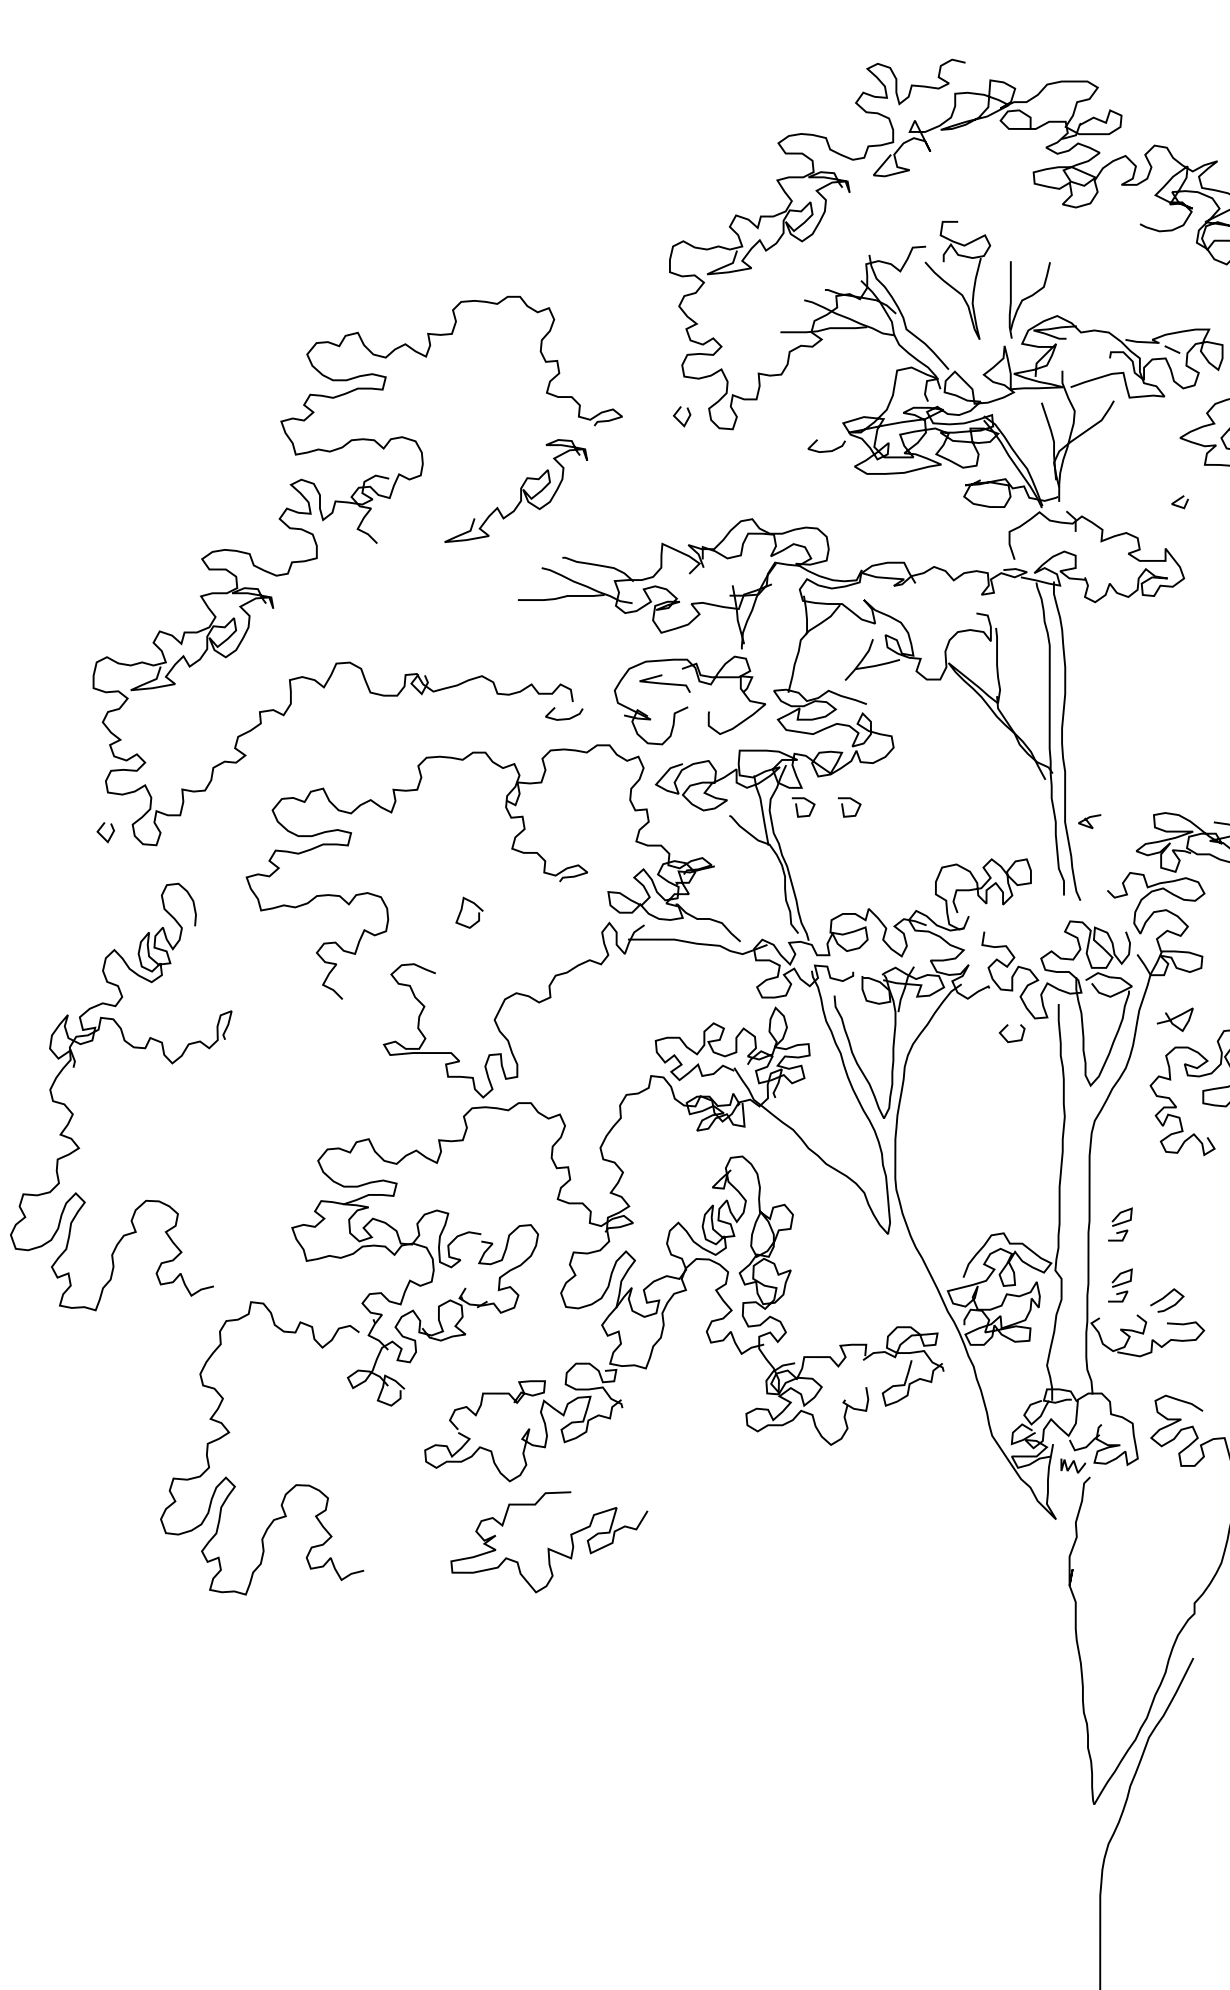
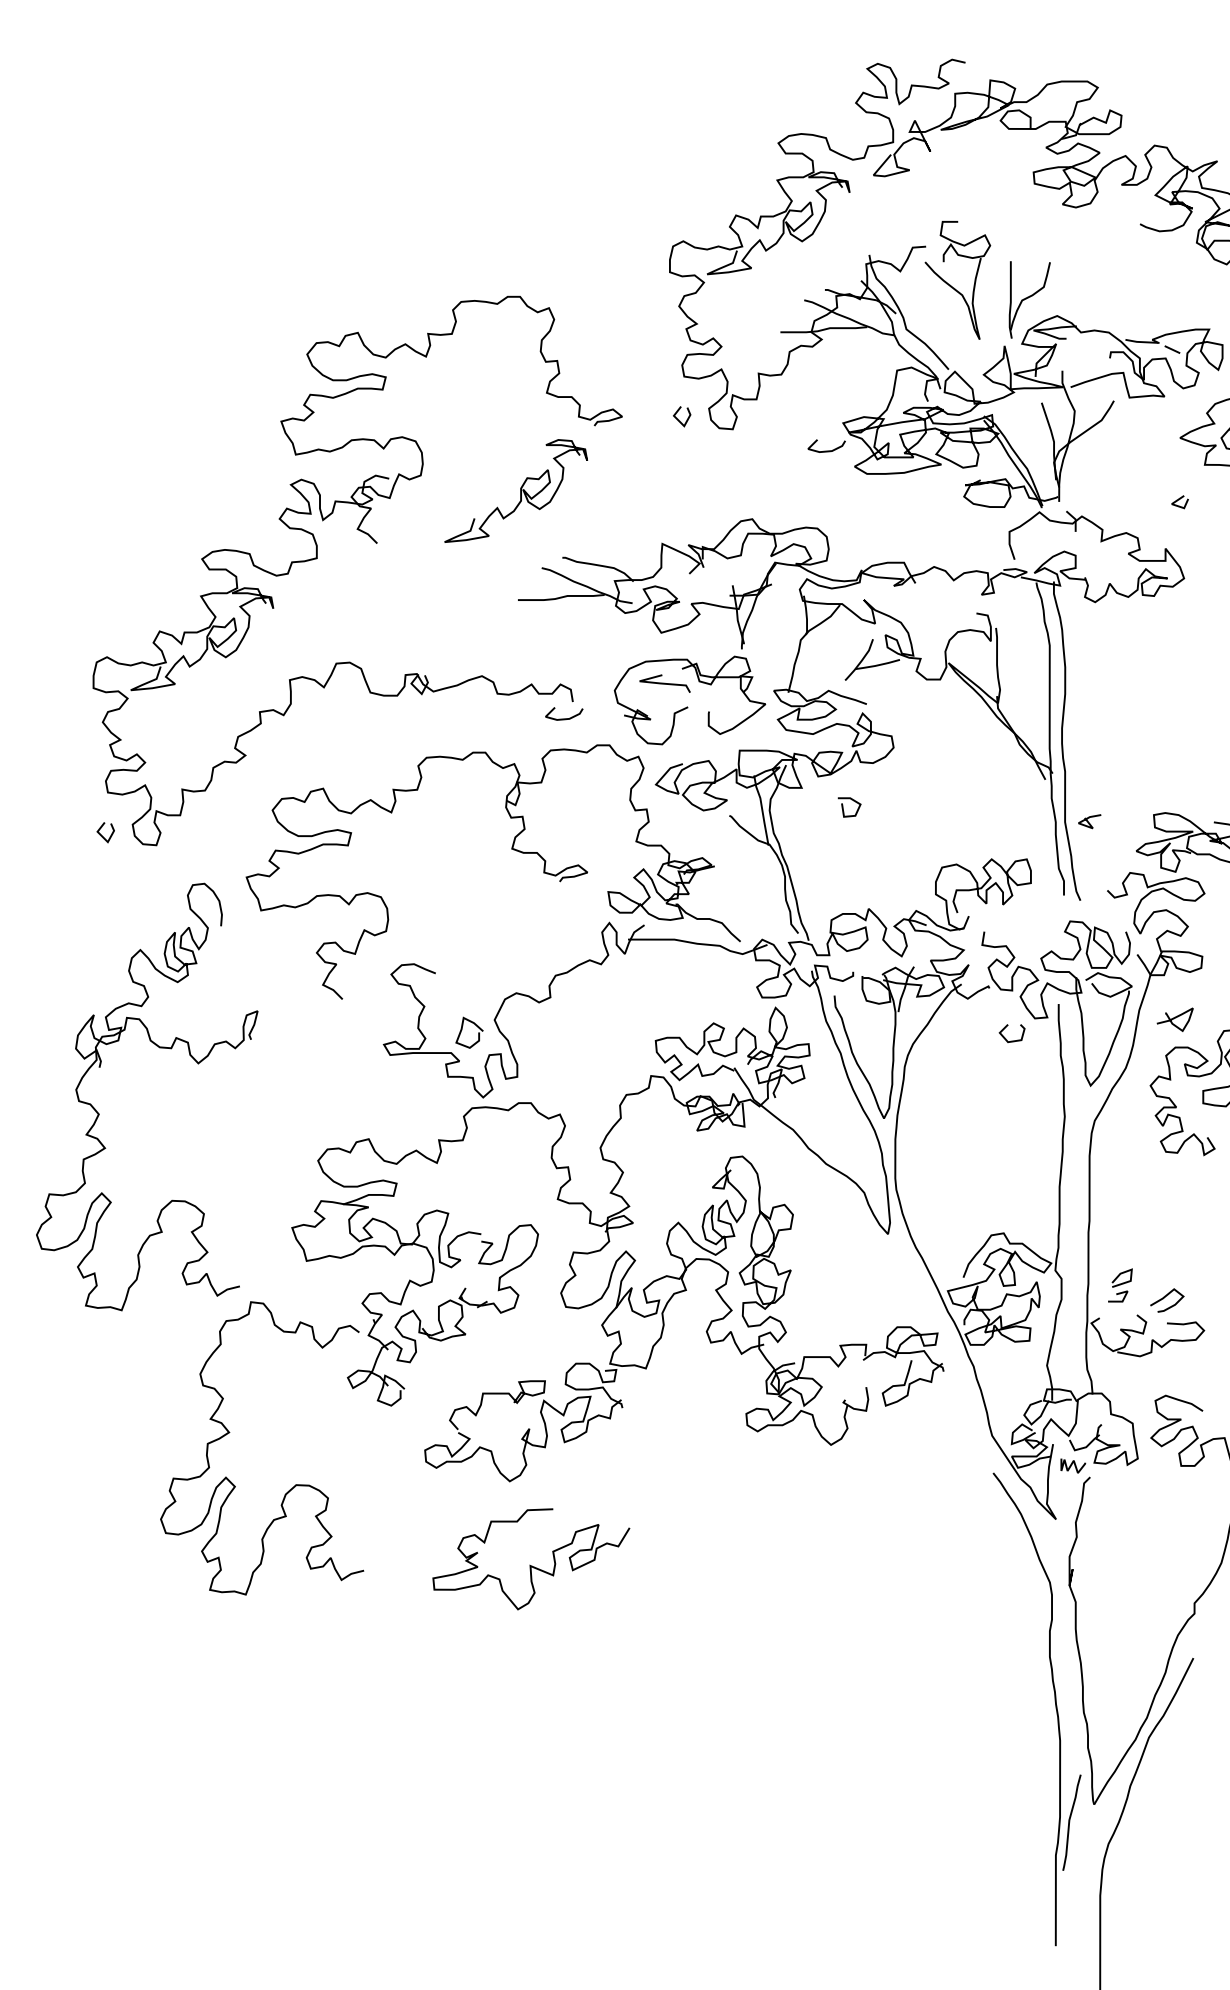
part at (803, 807): present -> none
part at (462, 910) position: (462, 910) -> (462, 1030)
part at (133, 1048) position: (133, 1048) -> (159, 1048)
part at (1120, 1224): present -> none
part at (549, 1542) position: (549, 1542) -> (531, 1559)
part at (1055, 1708): none -> present
